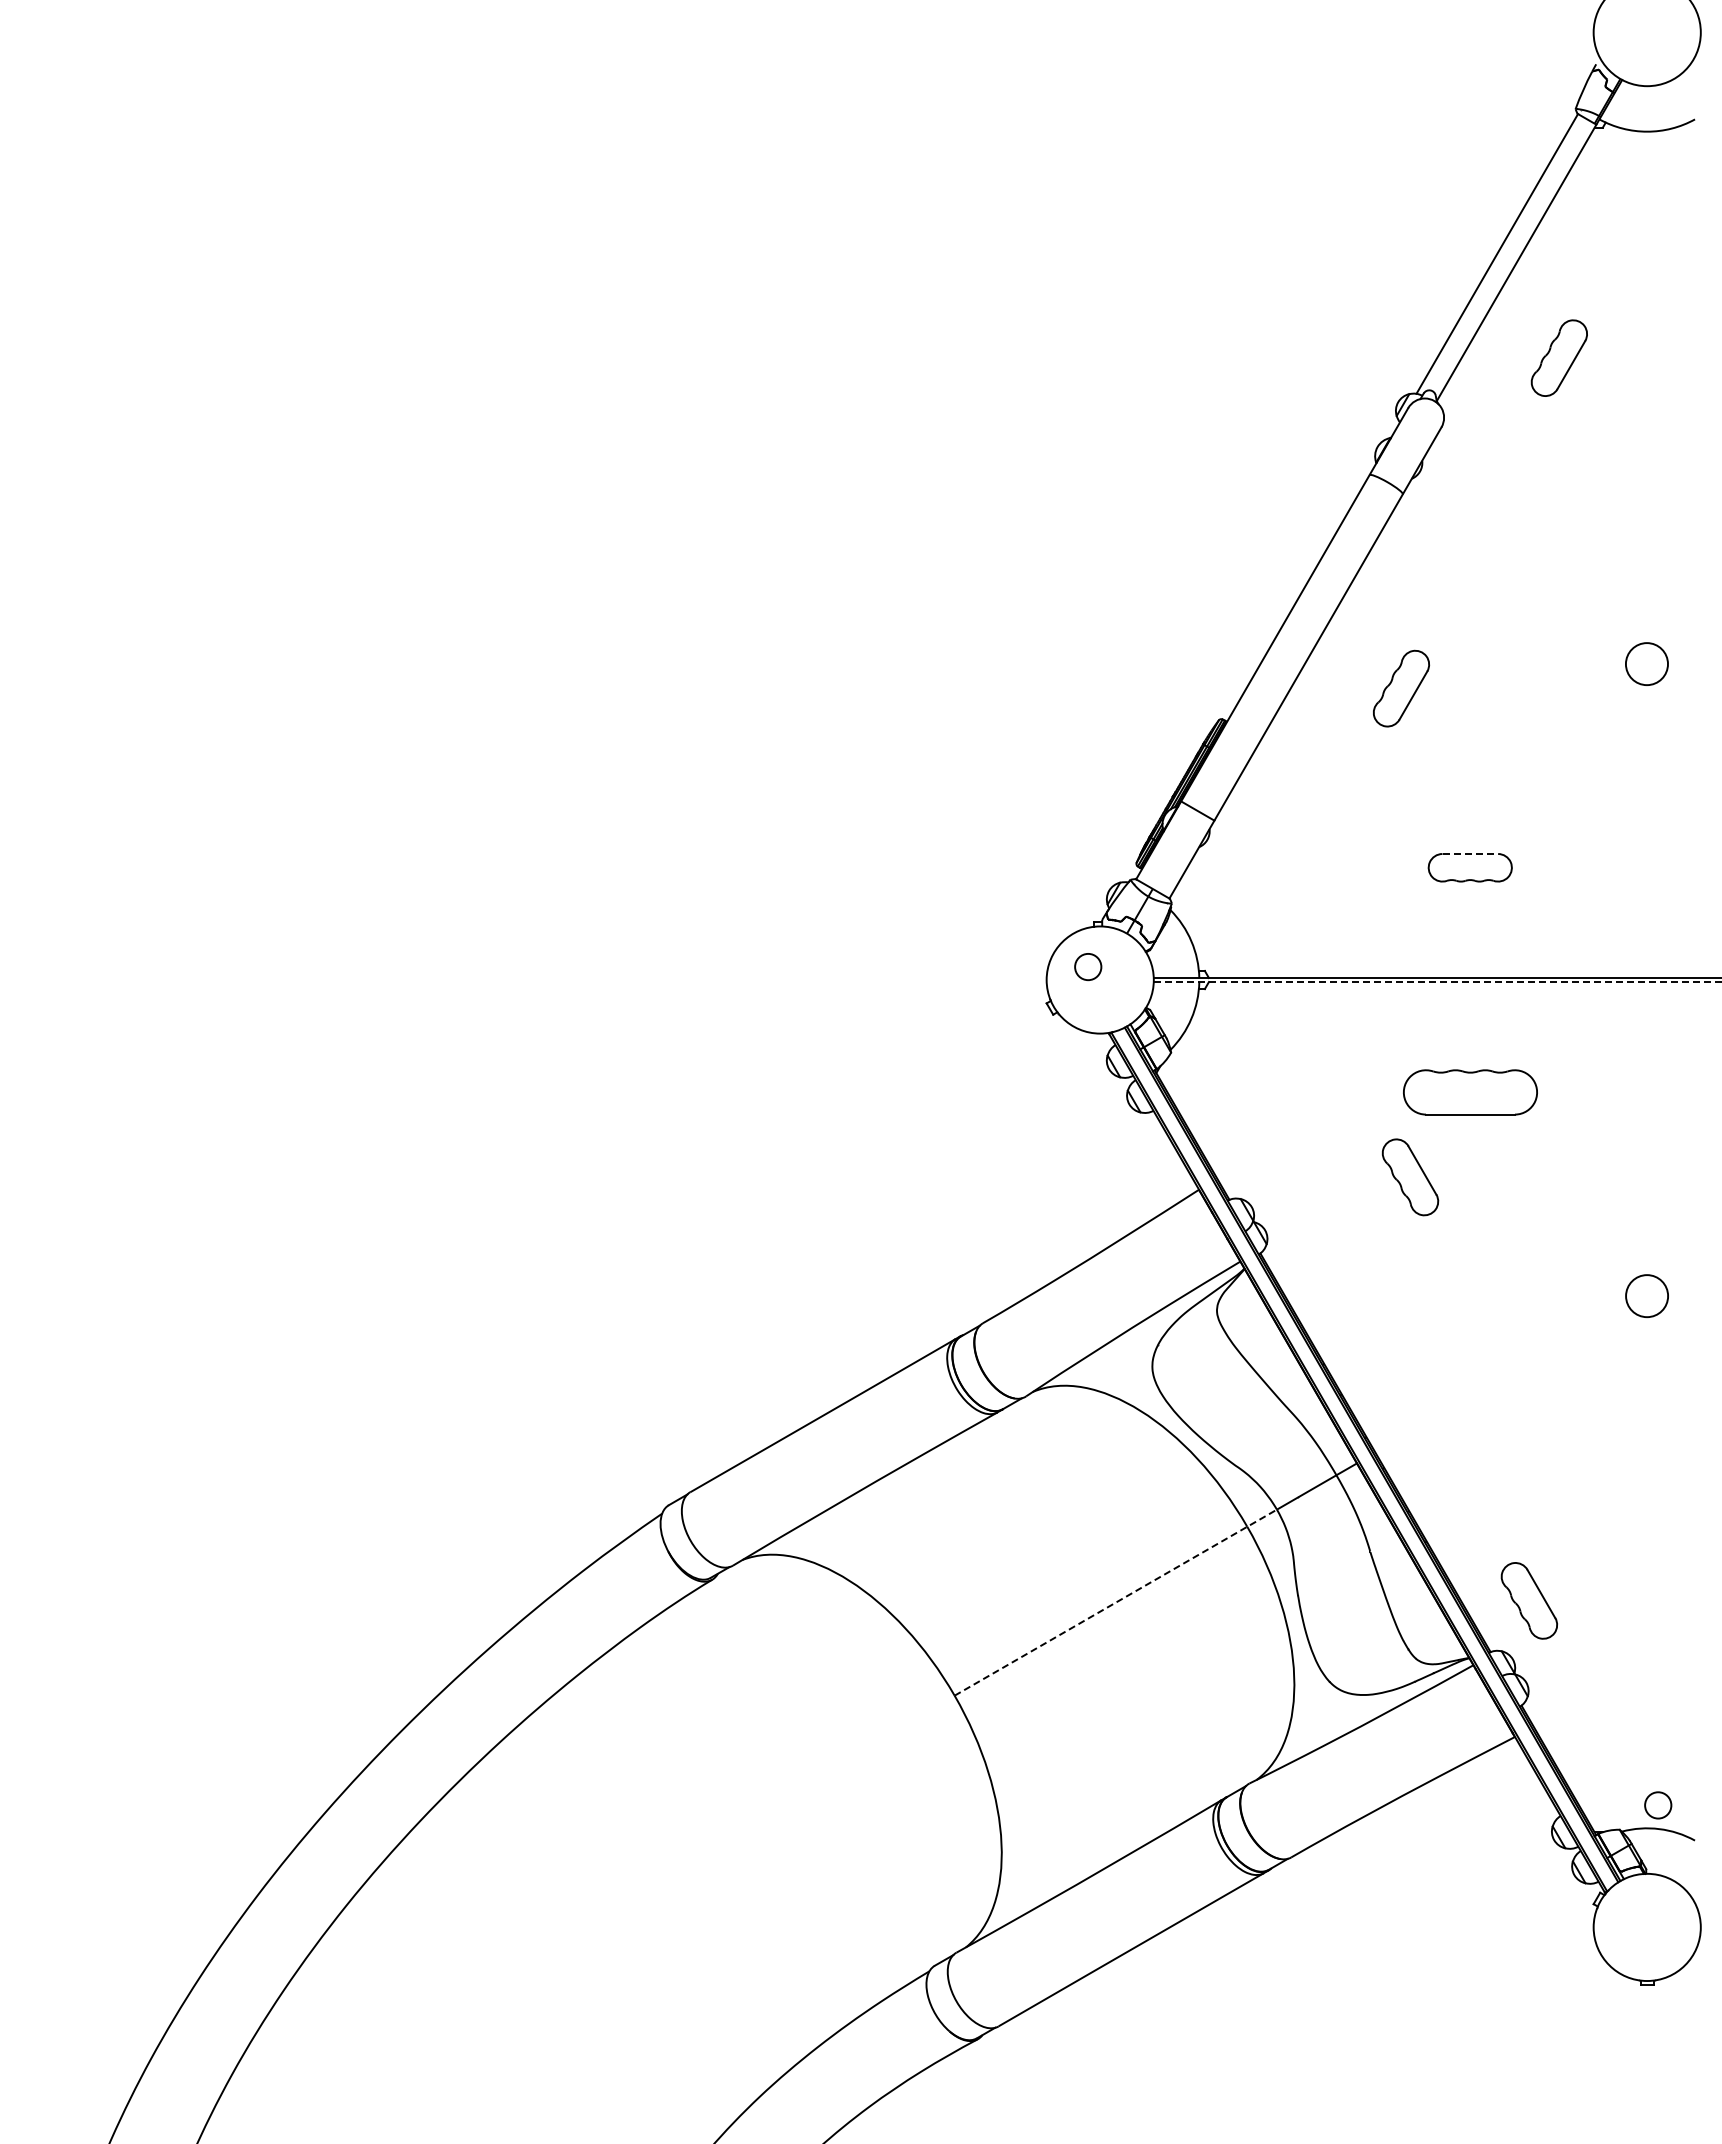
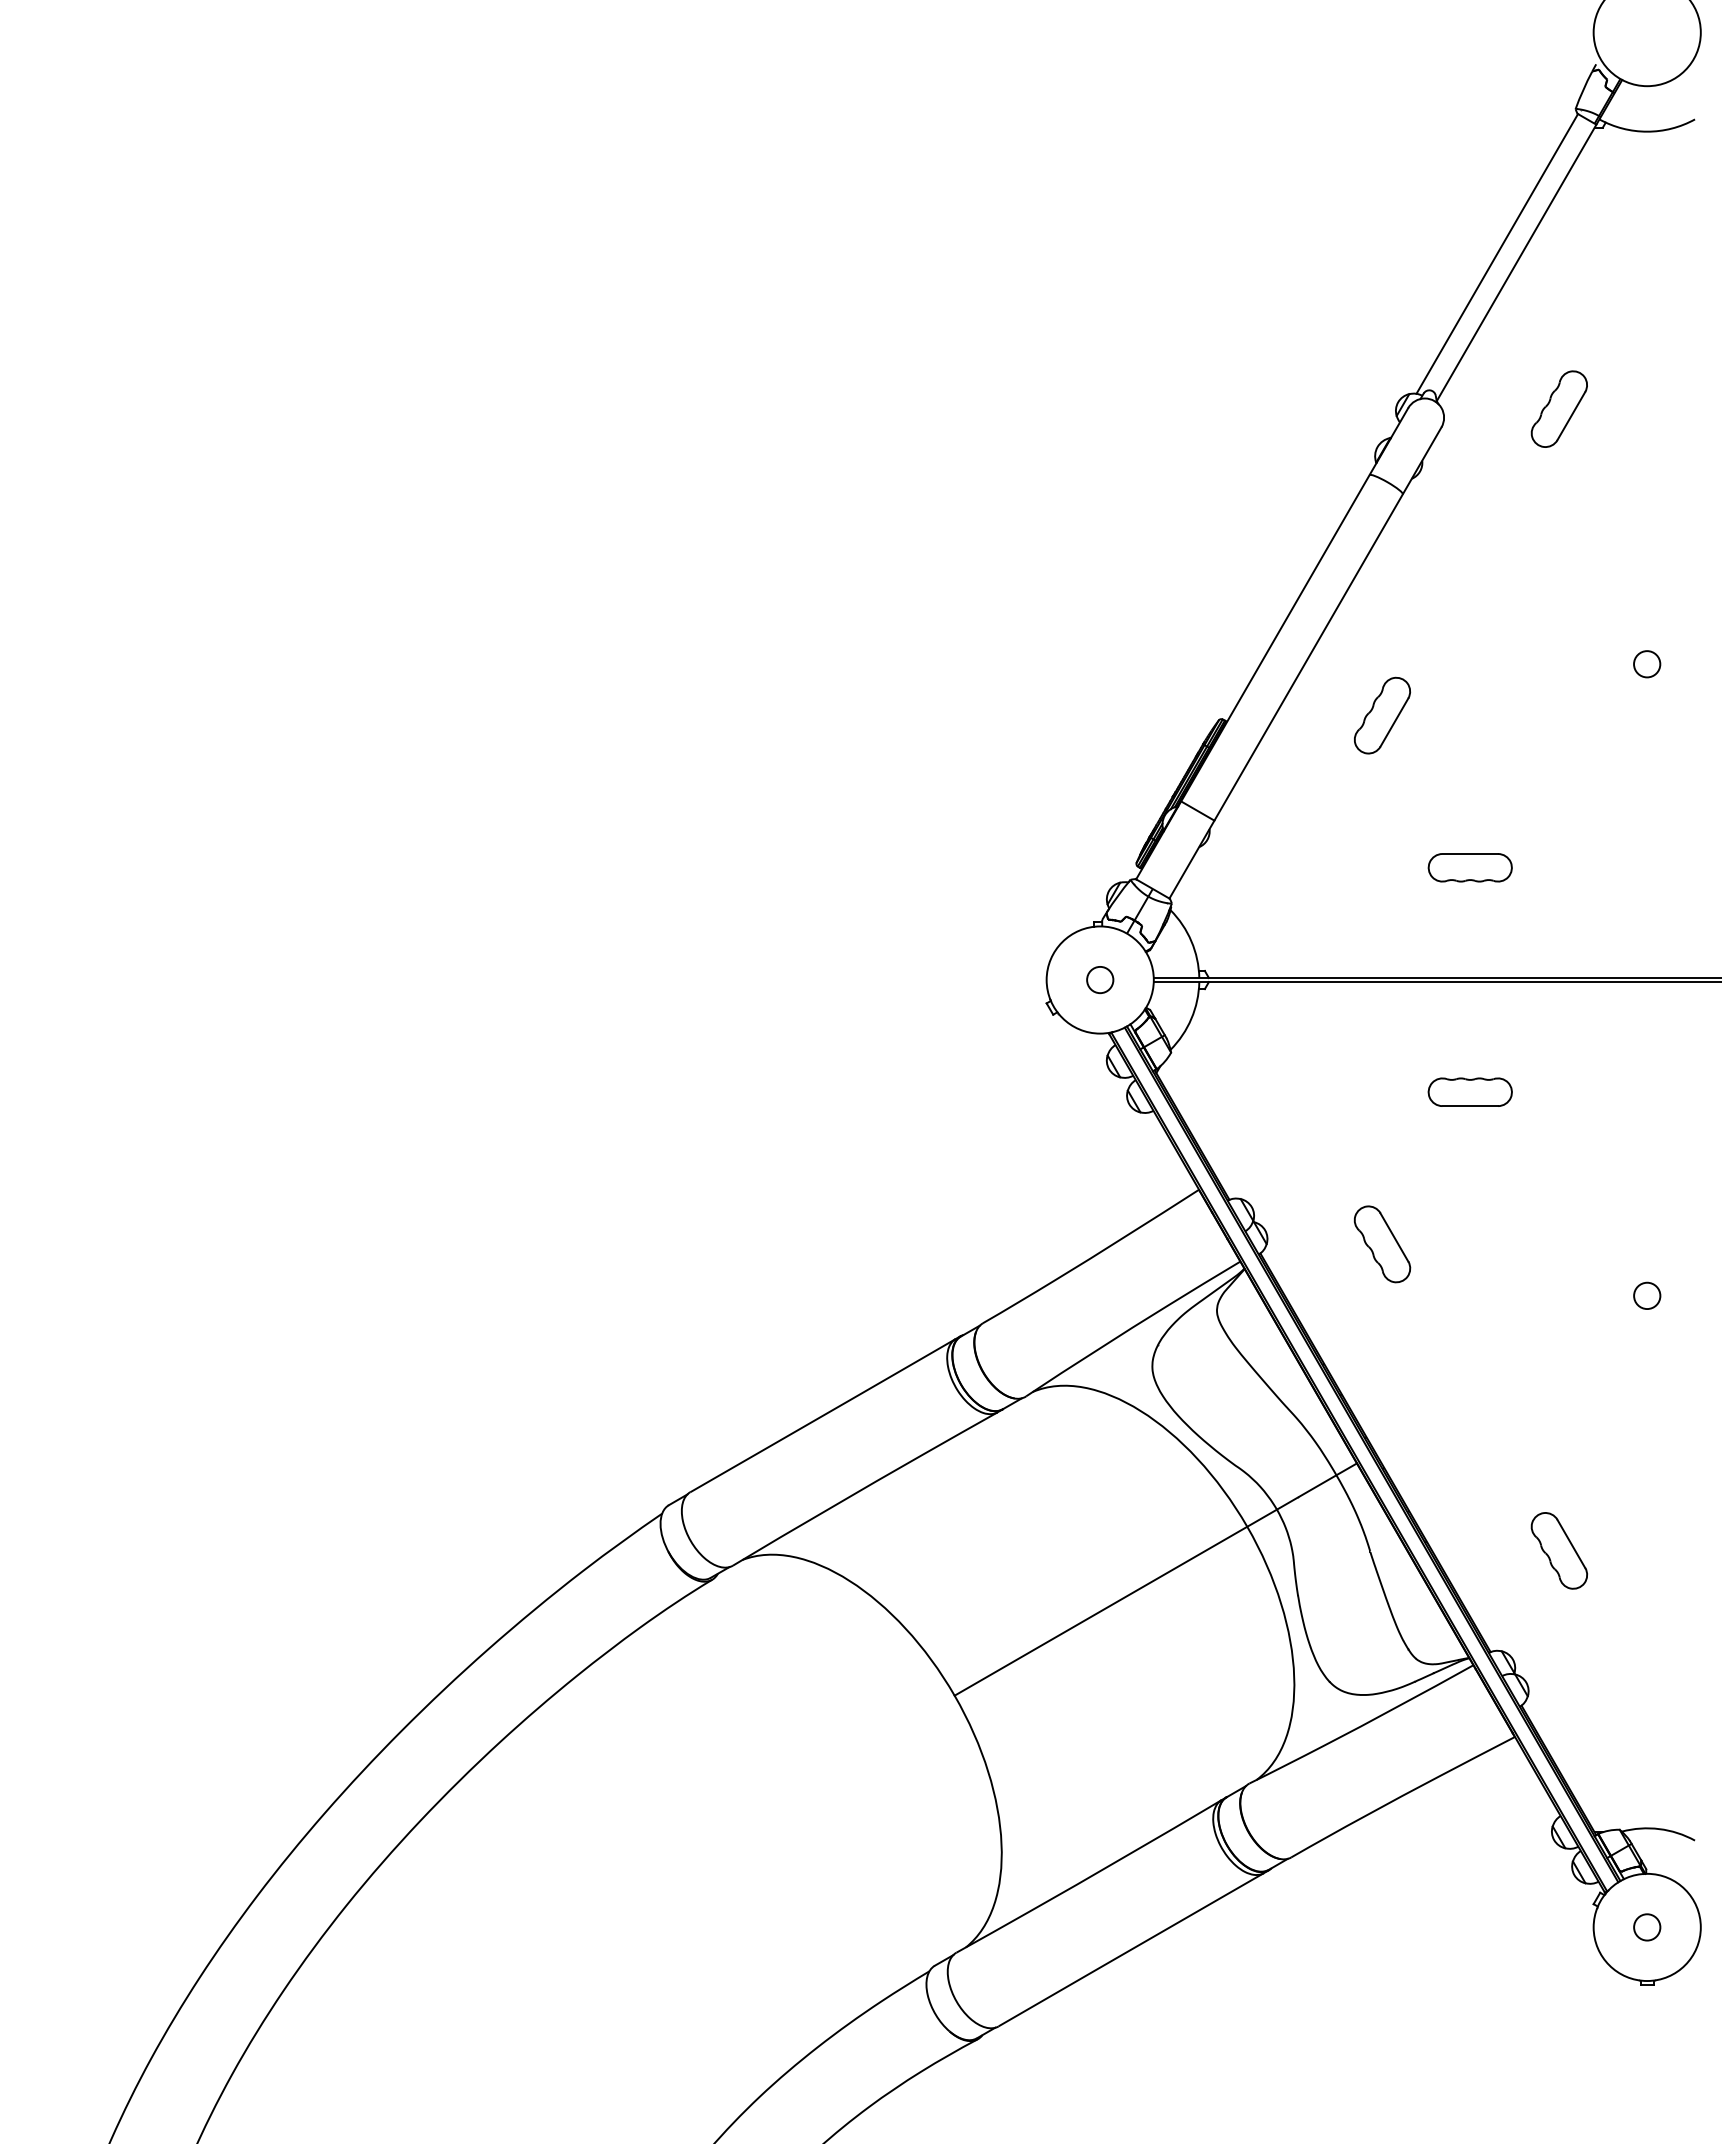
part at (1558, 357) position: (1558, 357) -> (1558, 408)
circle at (1646, 663) size: 44x44 px -> 29x29 px
part at (1401, 688) position: (1401, 688) -> (1382, 715)
line at (1470, 854): dashed -> solid
circle at (1088, 967) position: (1088, 967) -> (1100, 980)
line at (1437, 982): dashed -> solid
part at (1470, 1092) size: 135x47 px -> 86x30 px
part at (1410, 1177) position: (1410, 1177) -> (1382, 1244)
circle at (1646, 1296) size: 44x45 px -> 29x29 px
part at (1528, 1600) position: (1528, 1600) -> (1558, 1550)
line at (1116, 1602): dashed -> solid
circle at (1658, 1805) position: (1658, 1805) -> (1647, 1927)
